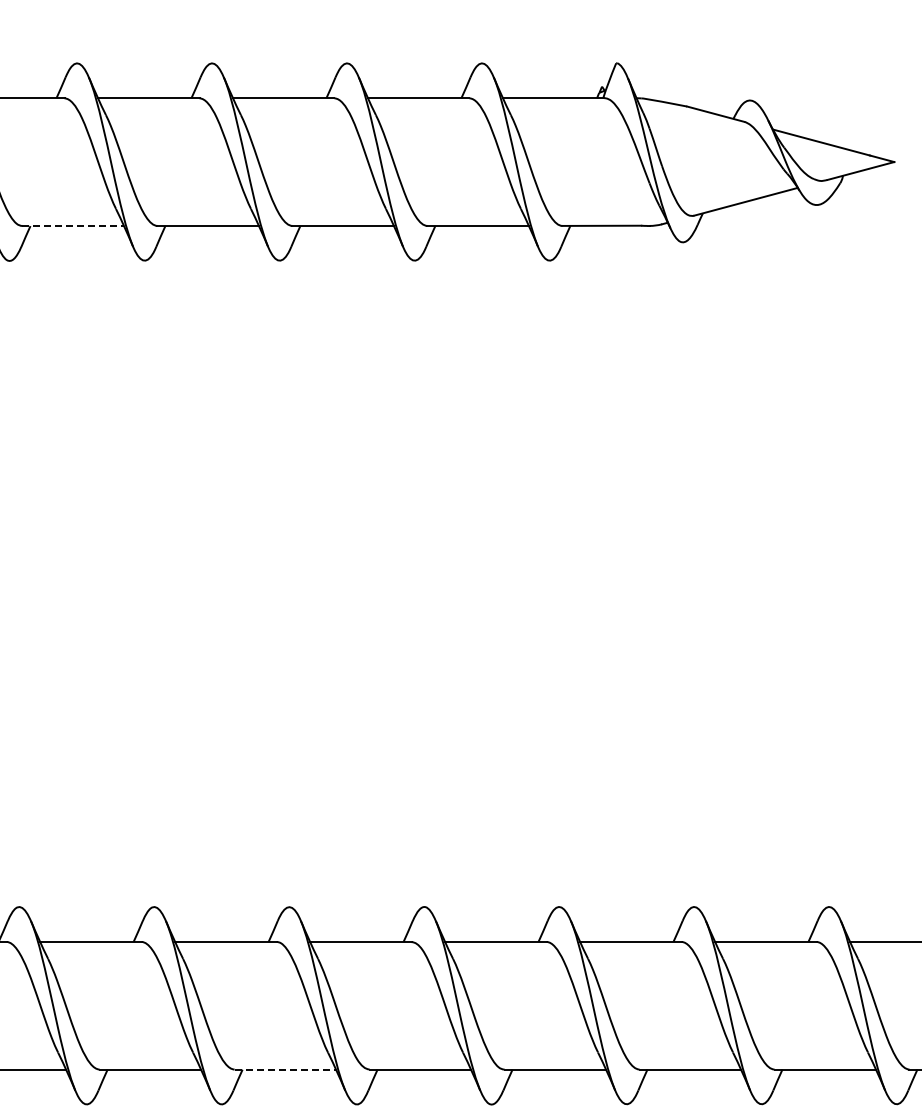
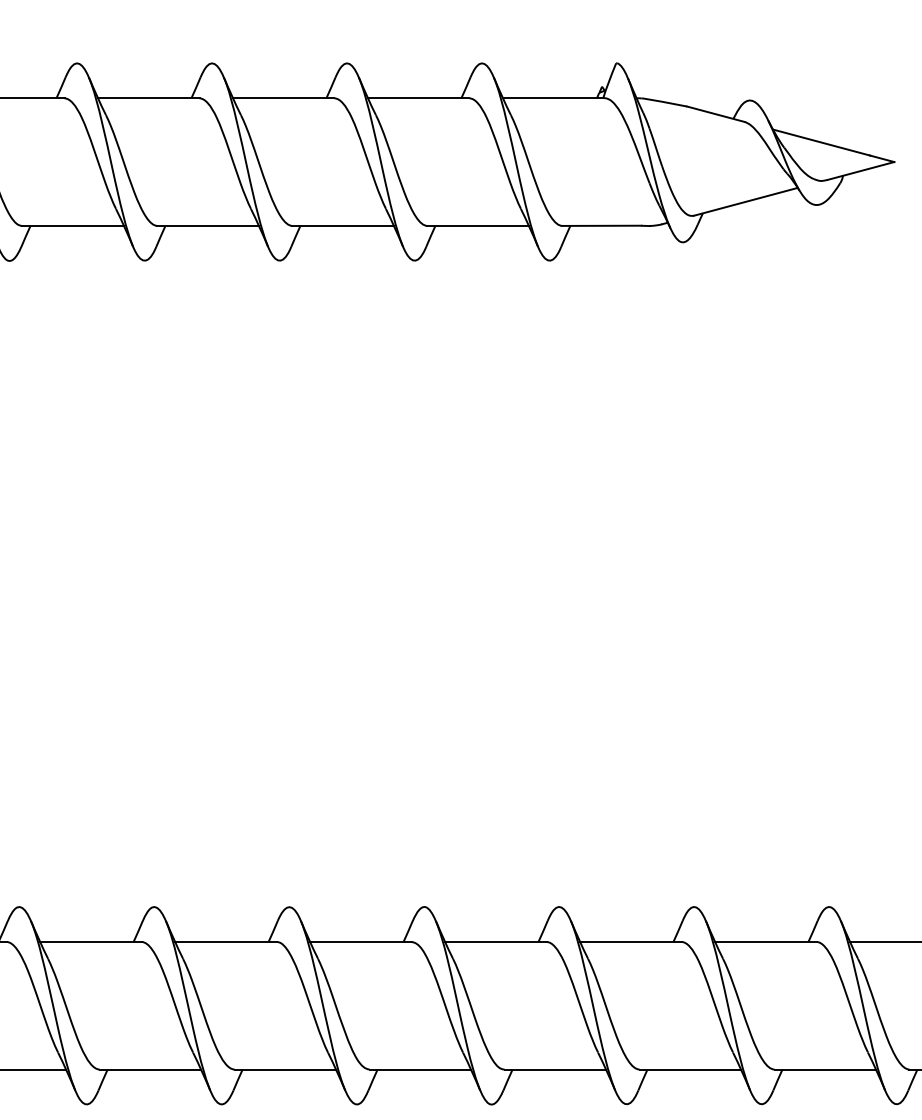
line at (73, 225): dashed -> solid
line at (285, 1069): dashed -> solid
